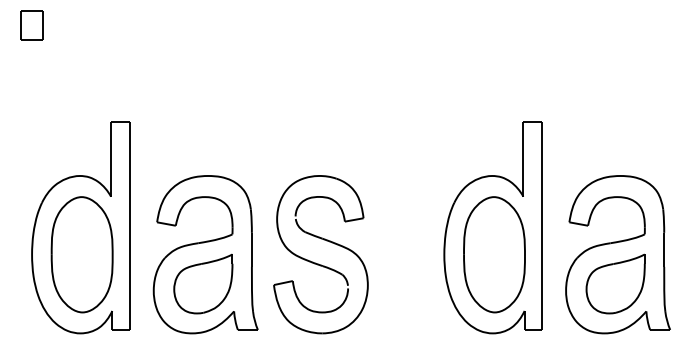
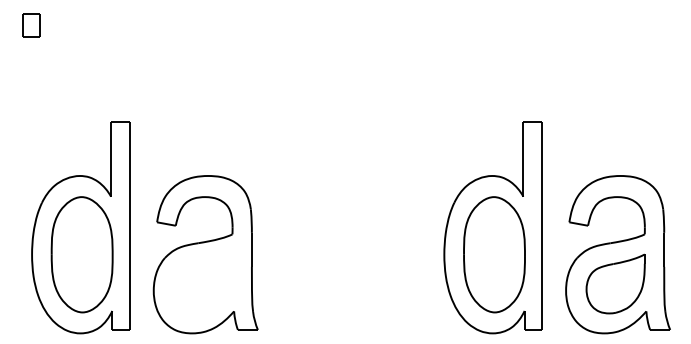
part at (31, 25) size: 24x31 px -> 19x25 px
part at (318, 263): present -> none
part at (203, 283): present -> none
